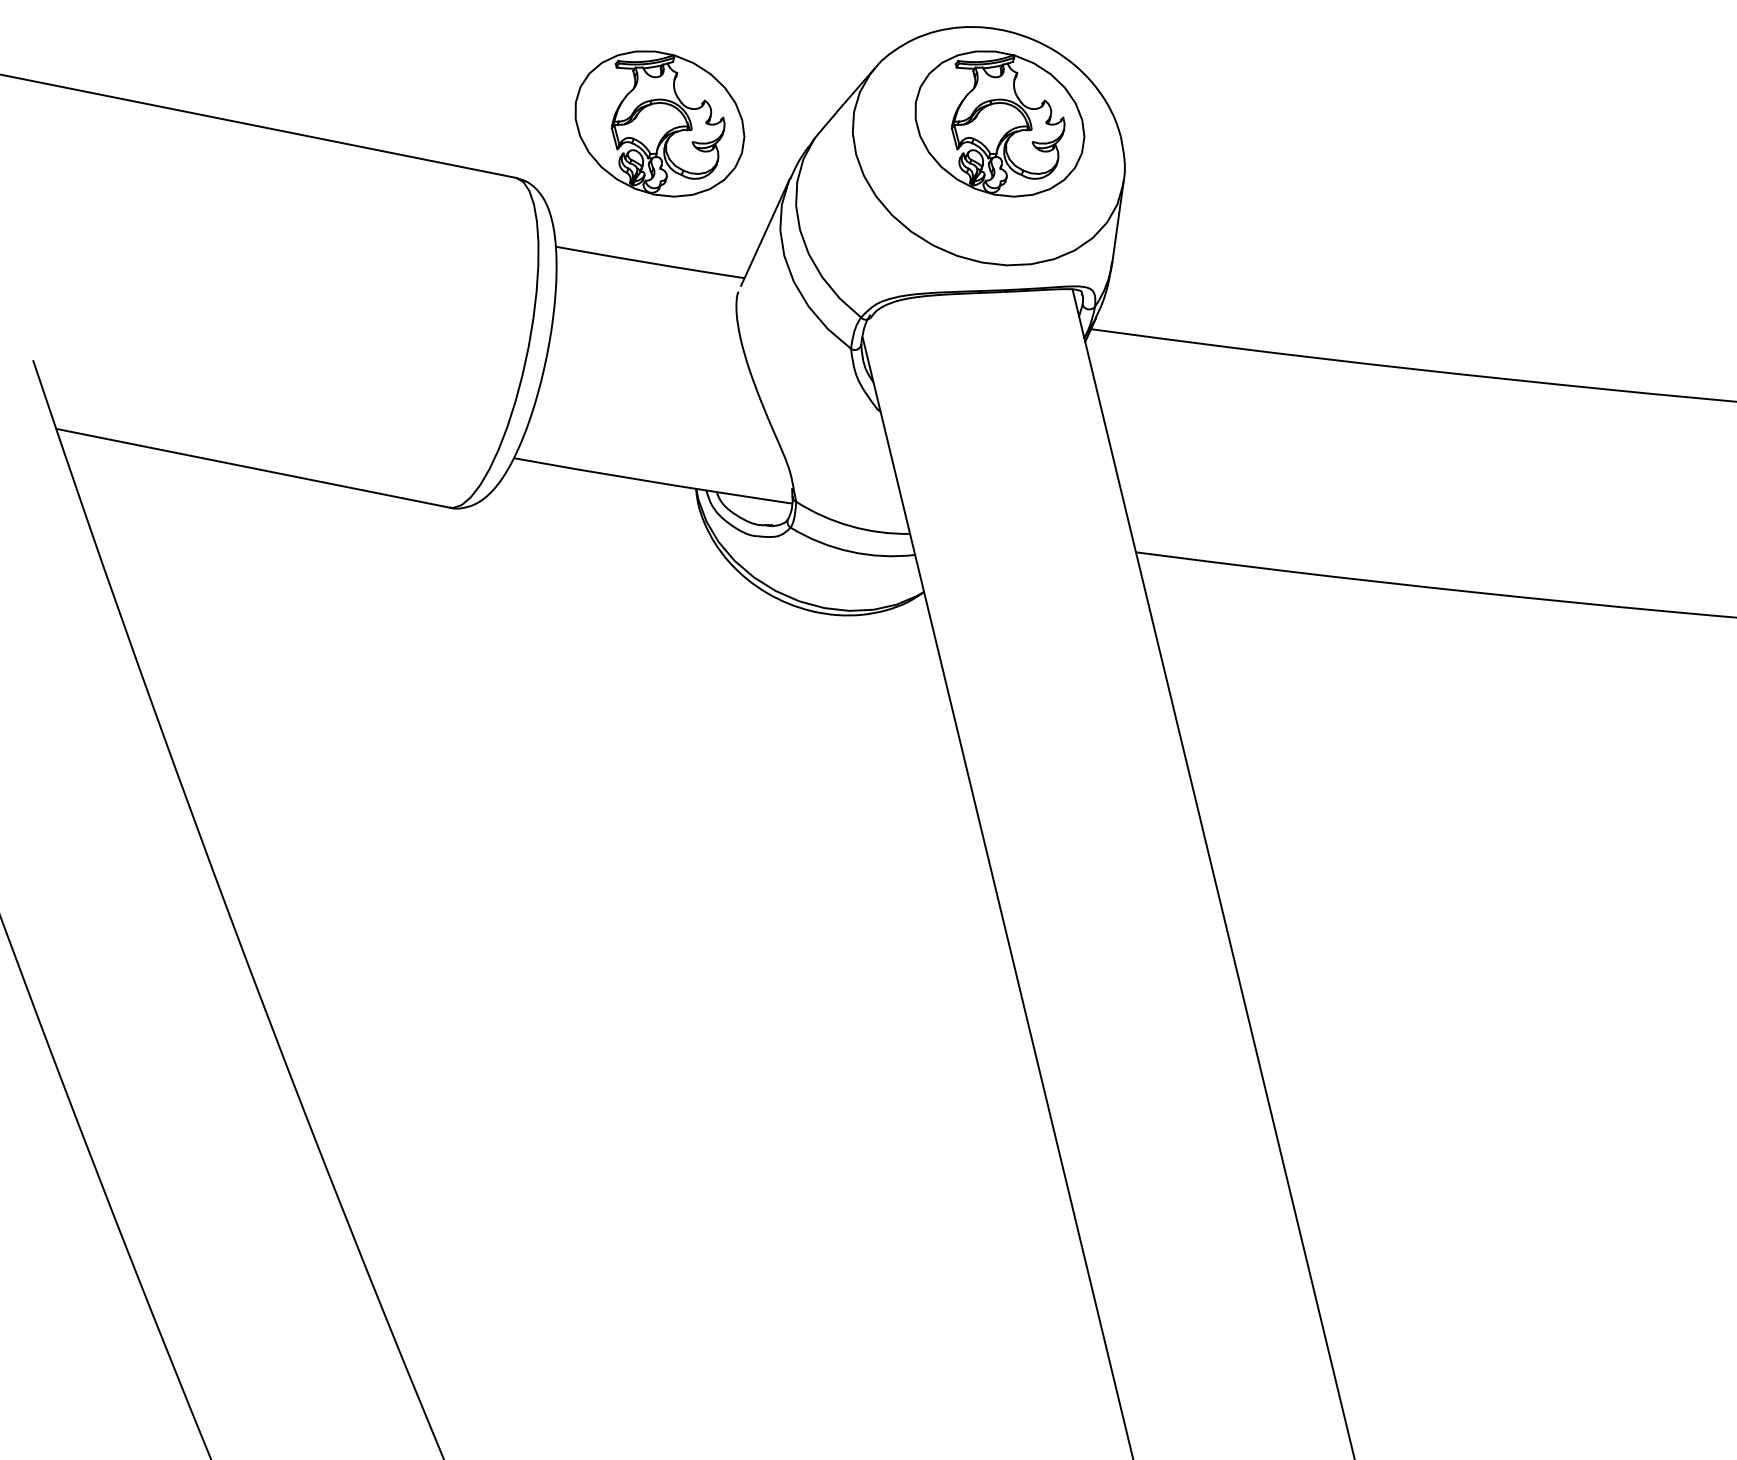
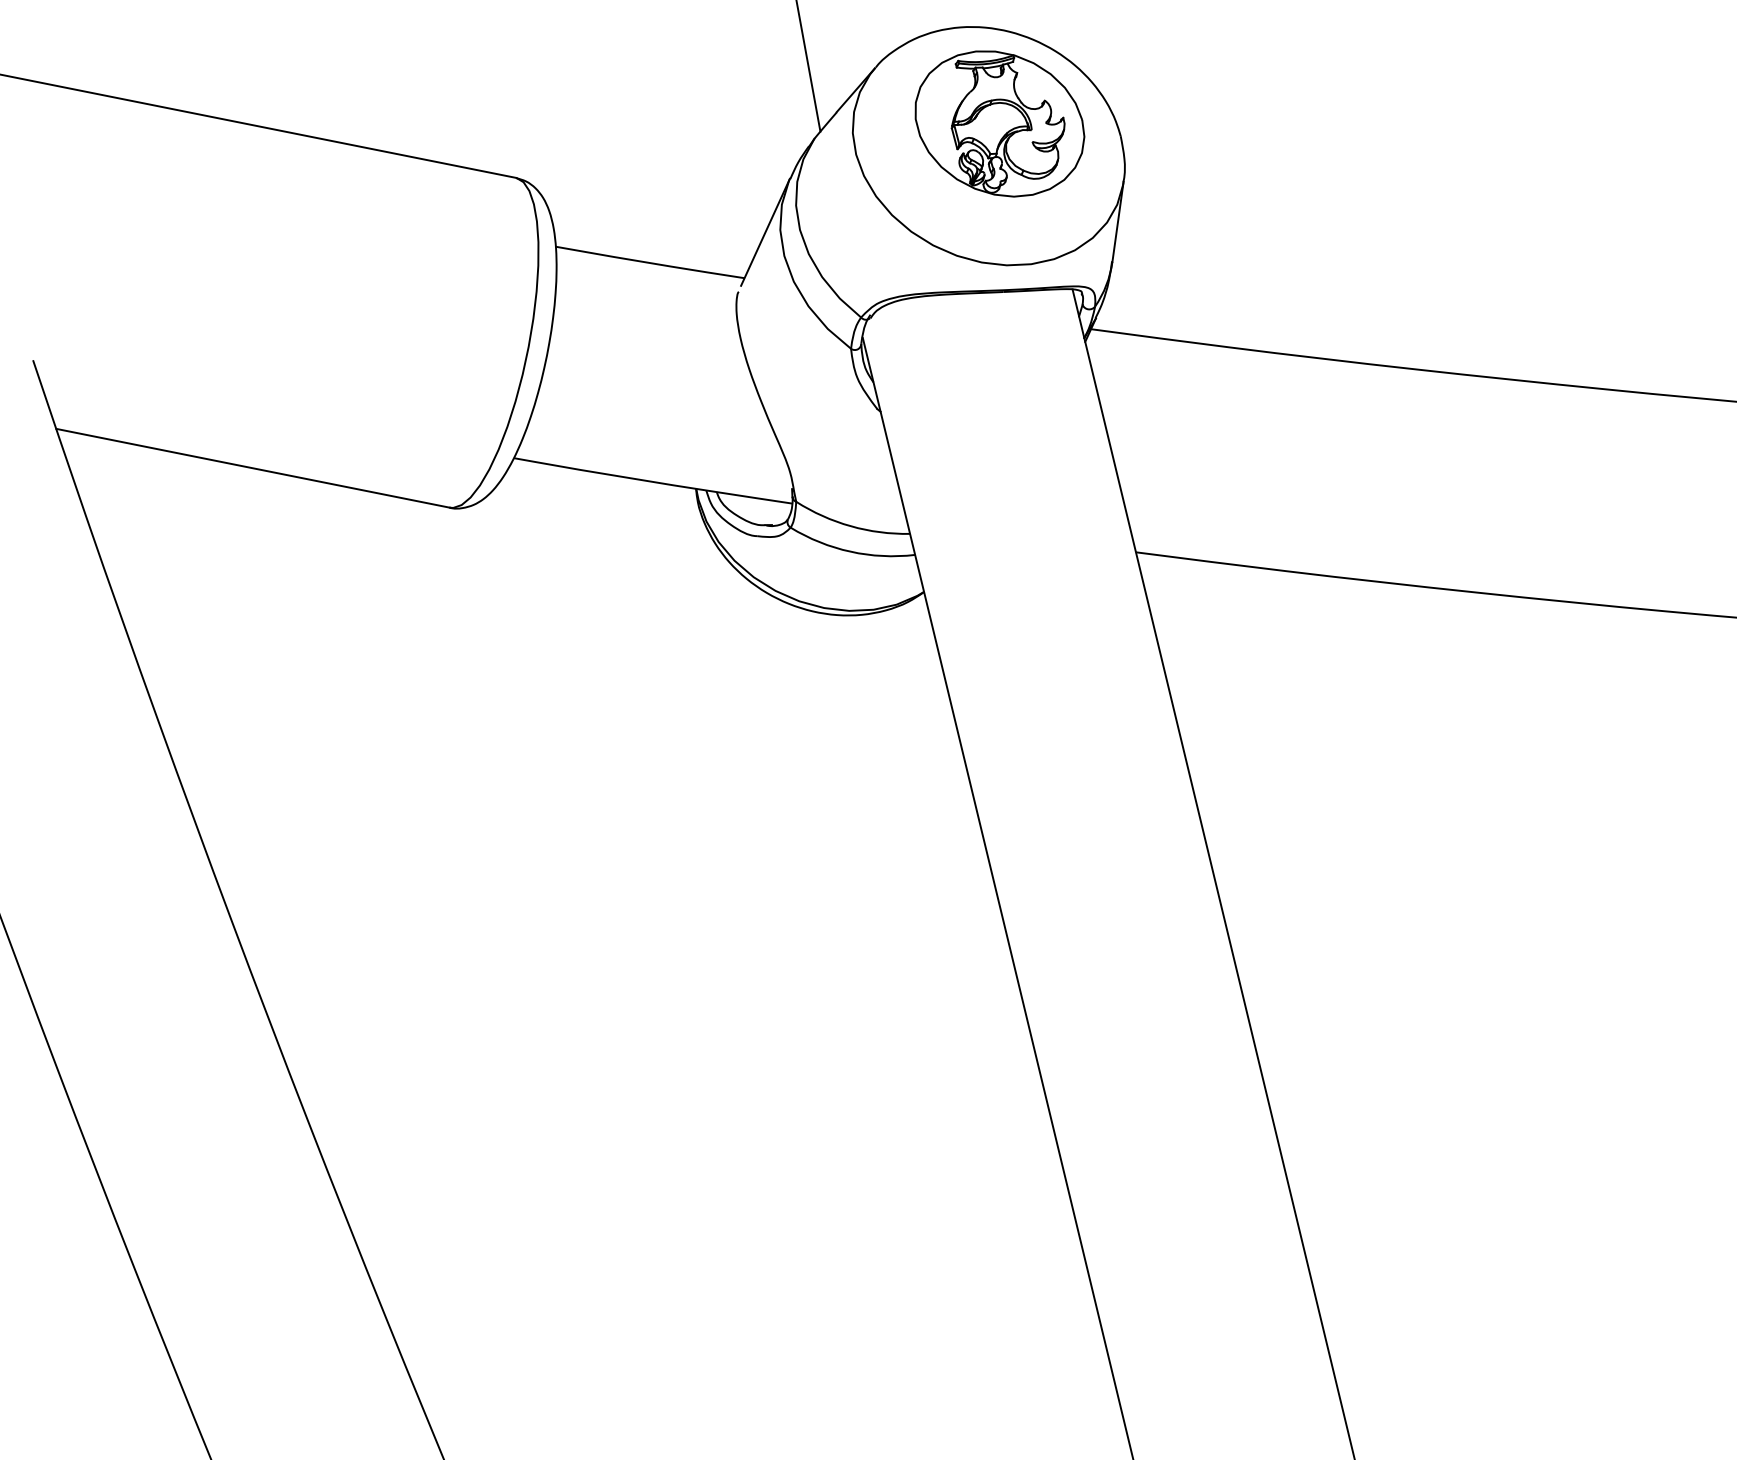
line at (808, 66): none -> present
part at (659, 123): present -> none
